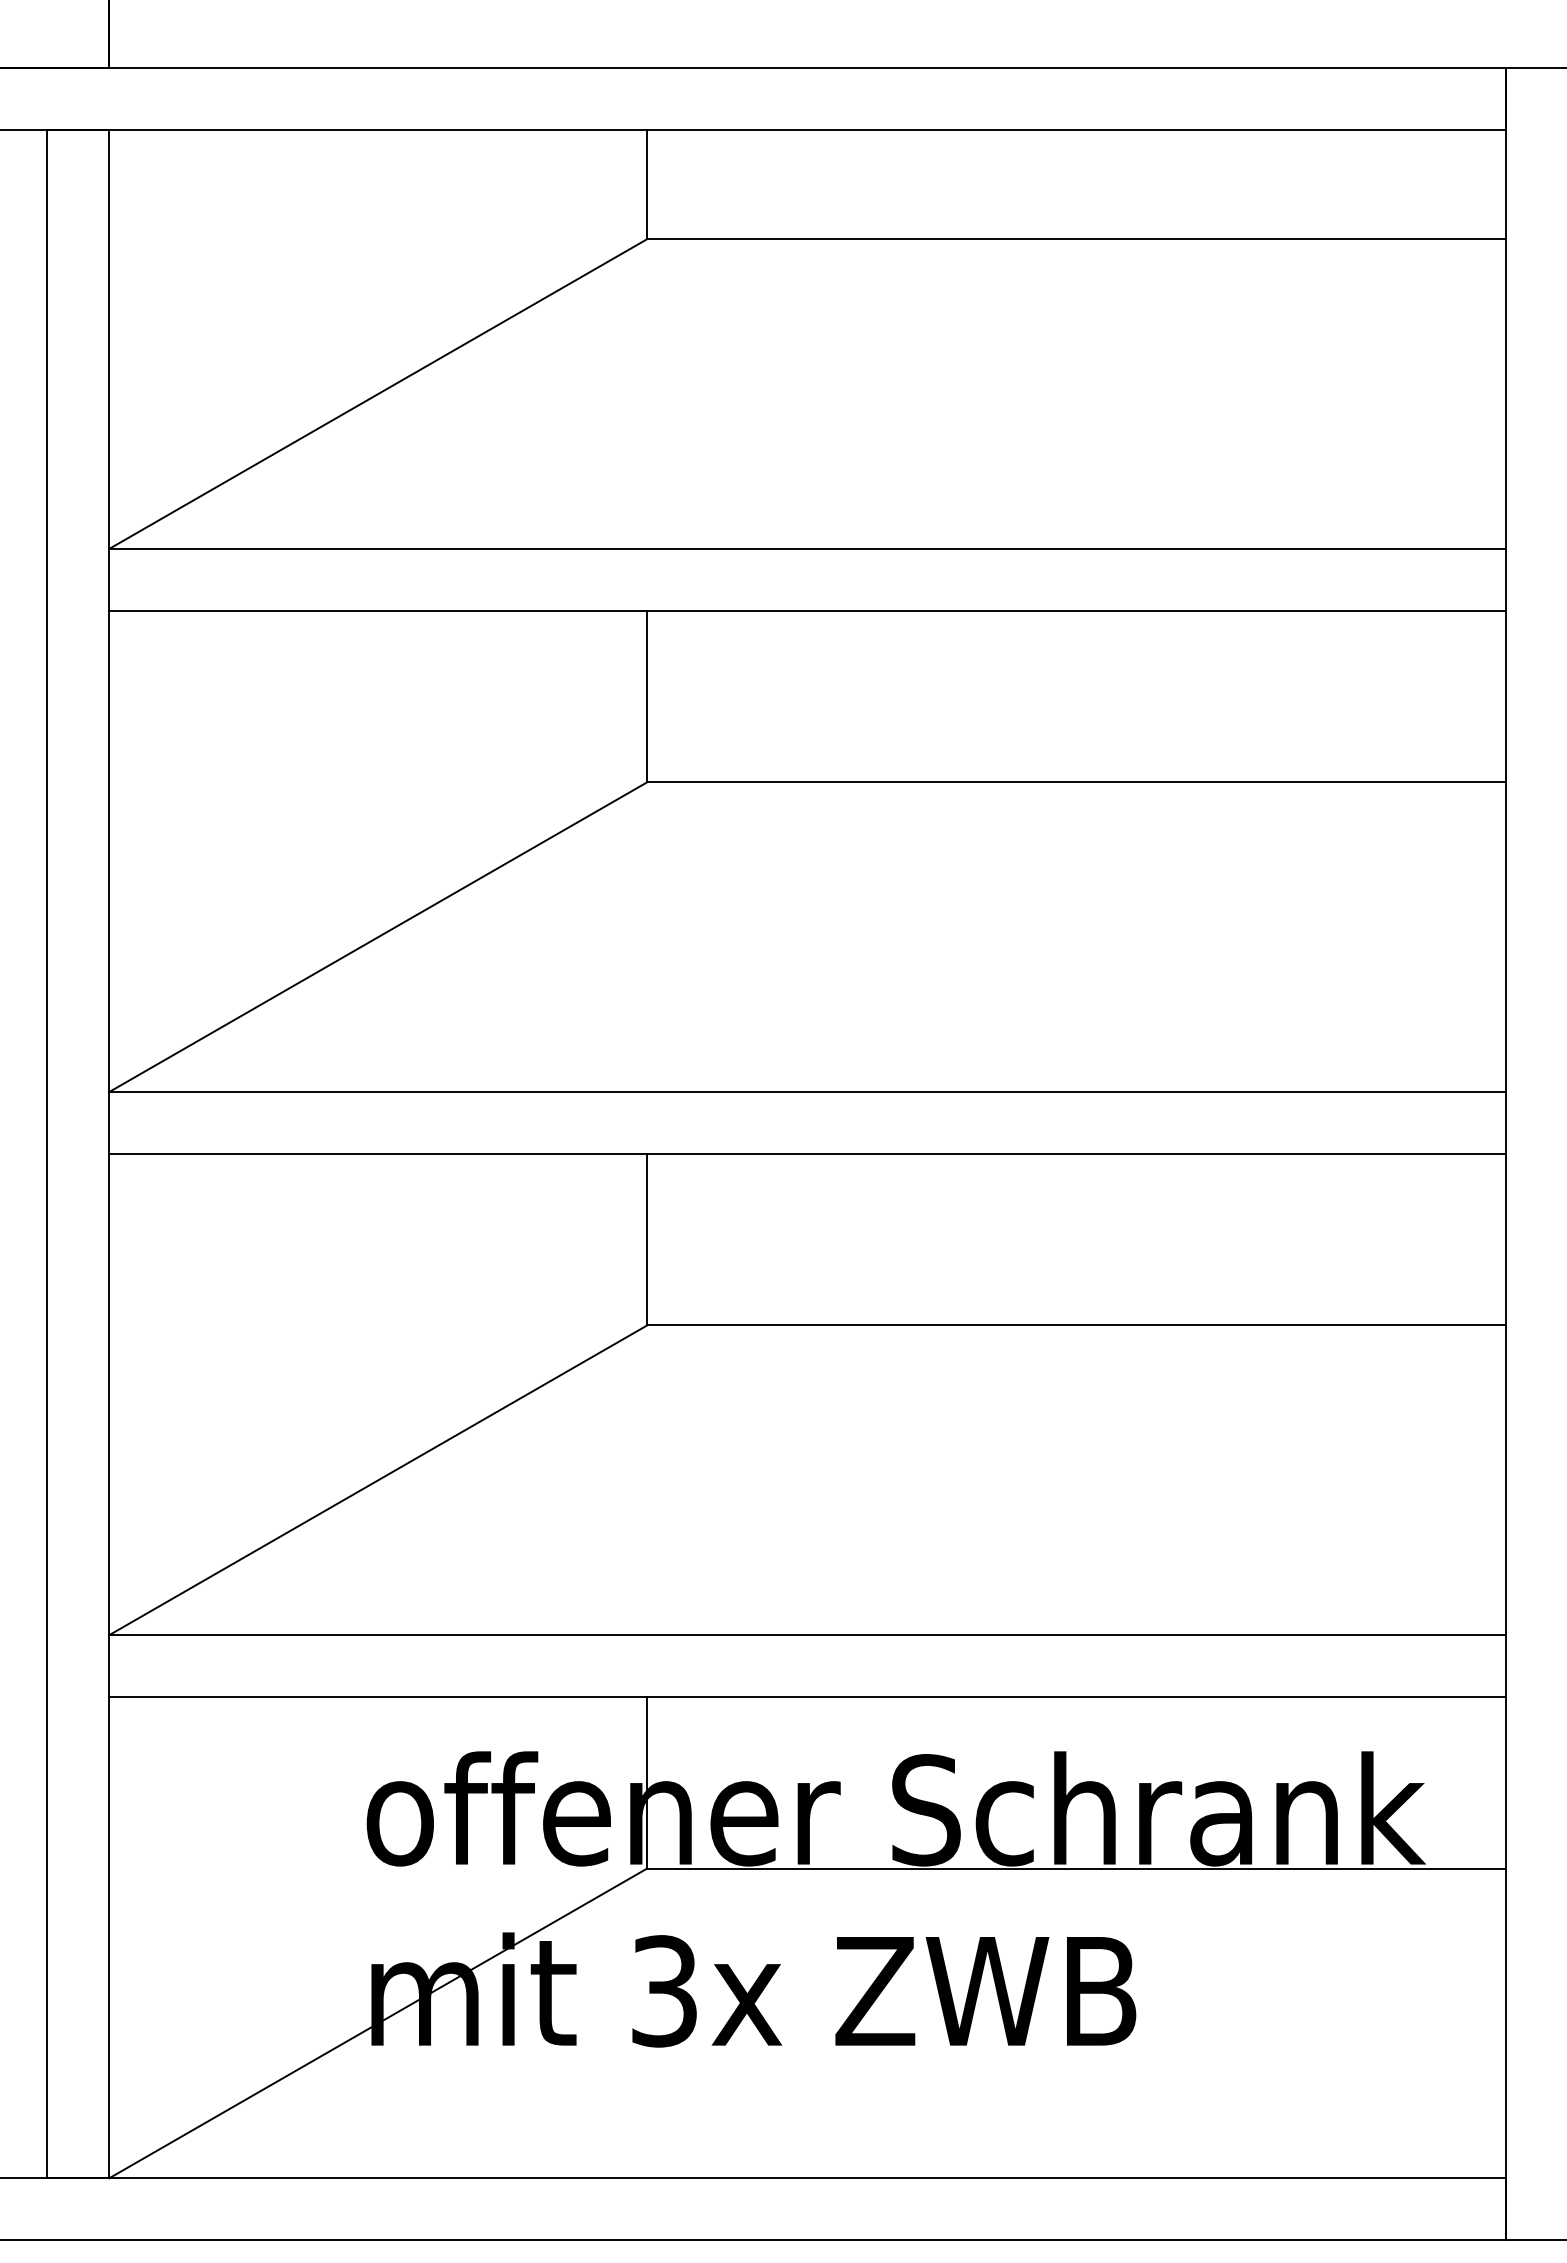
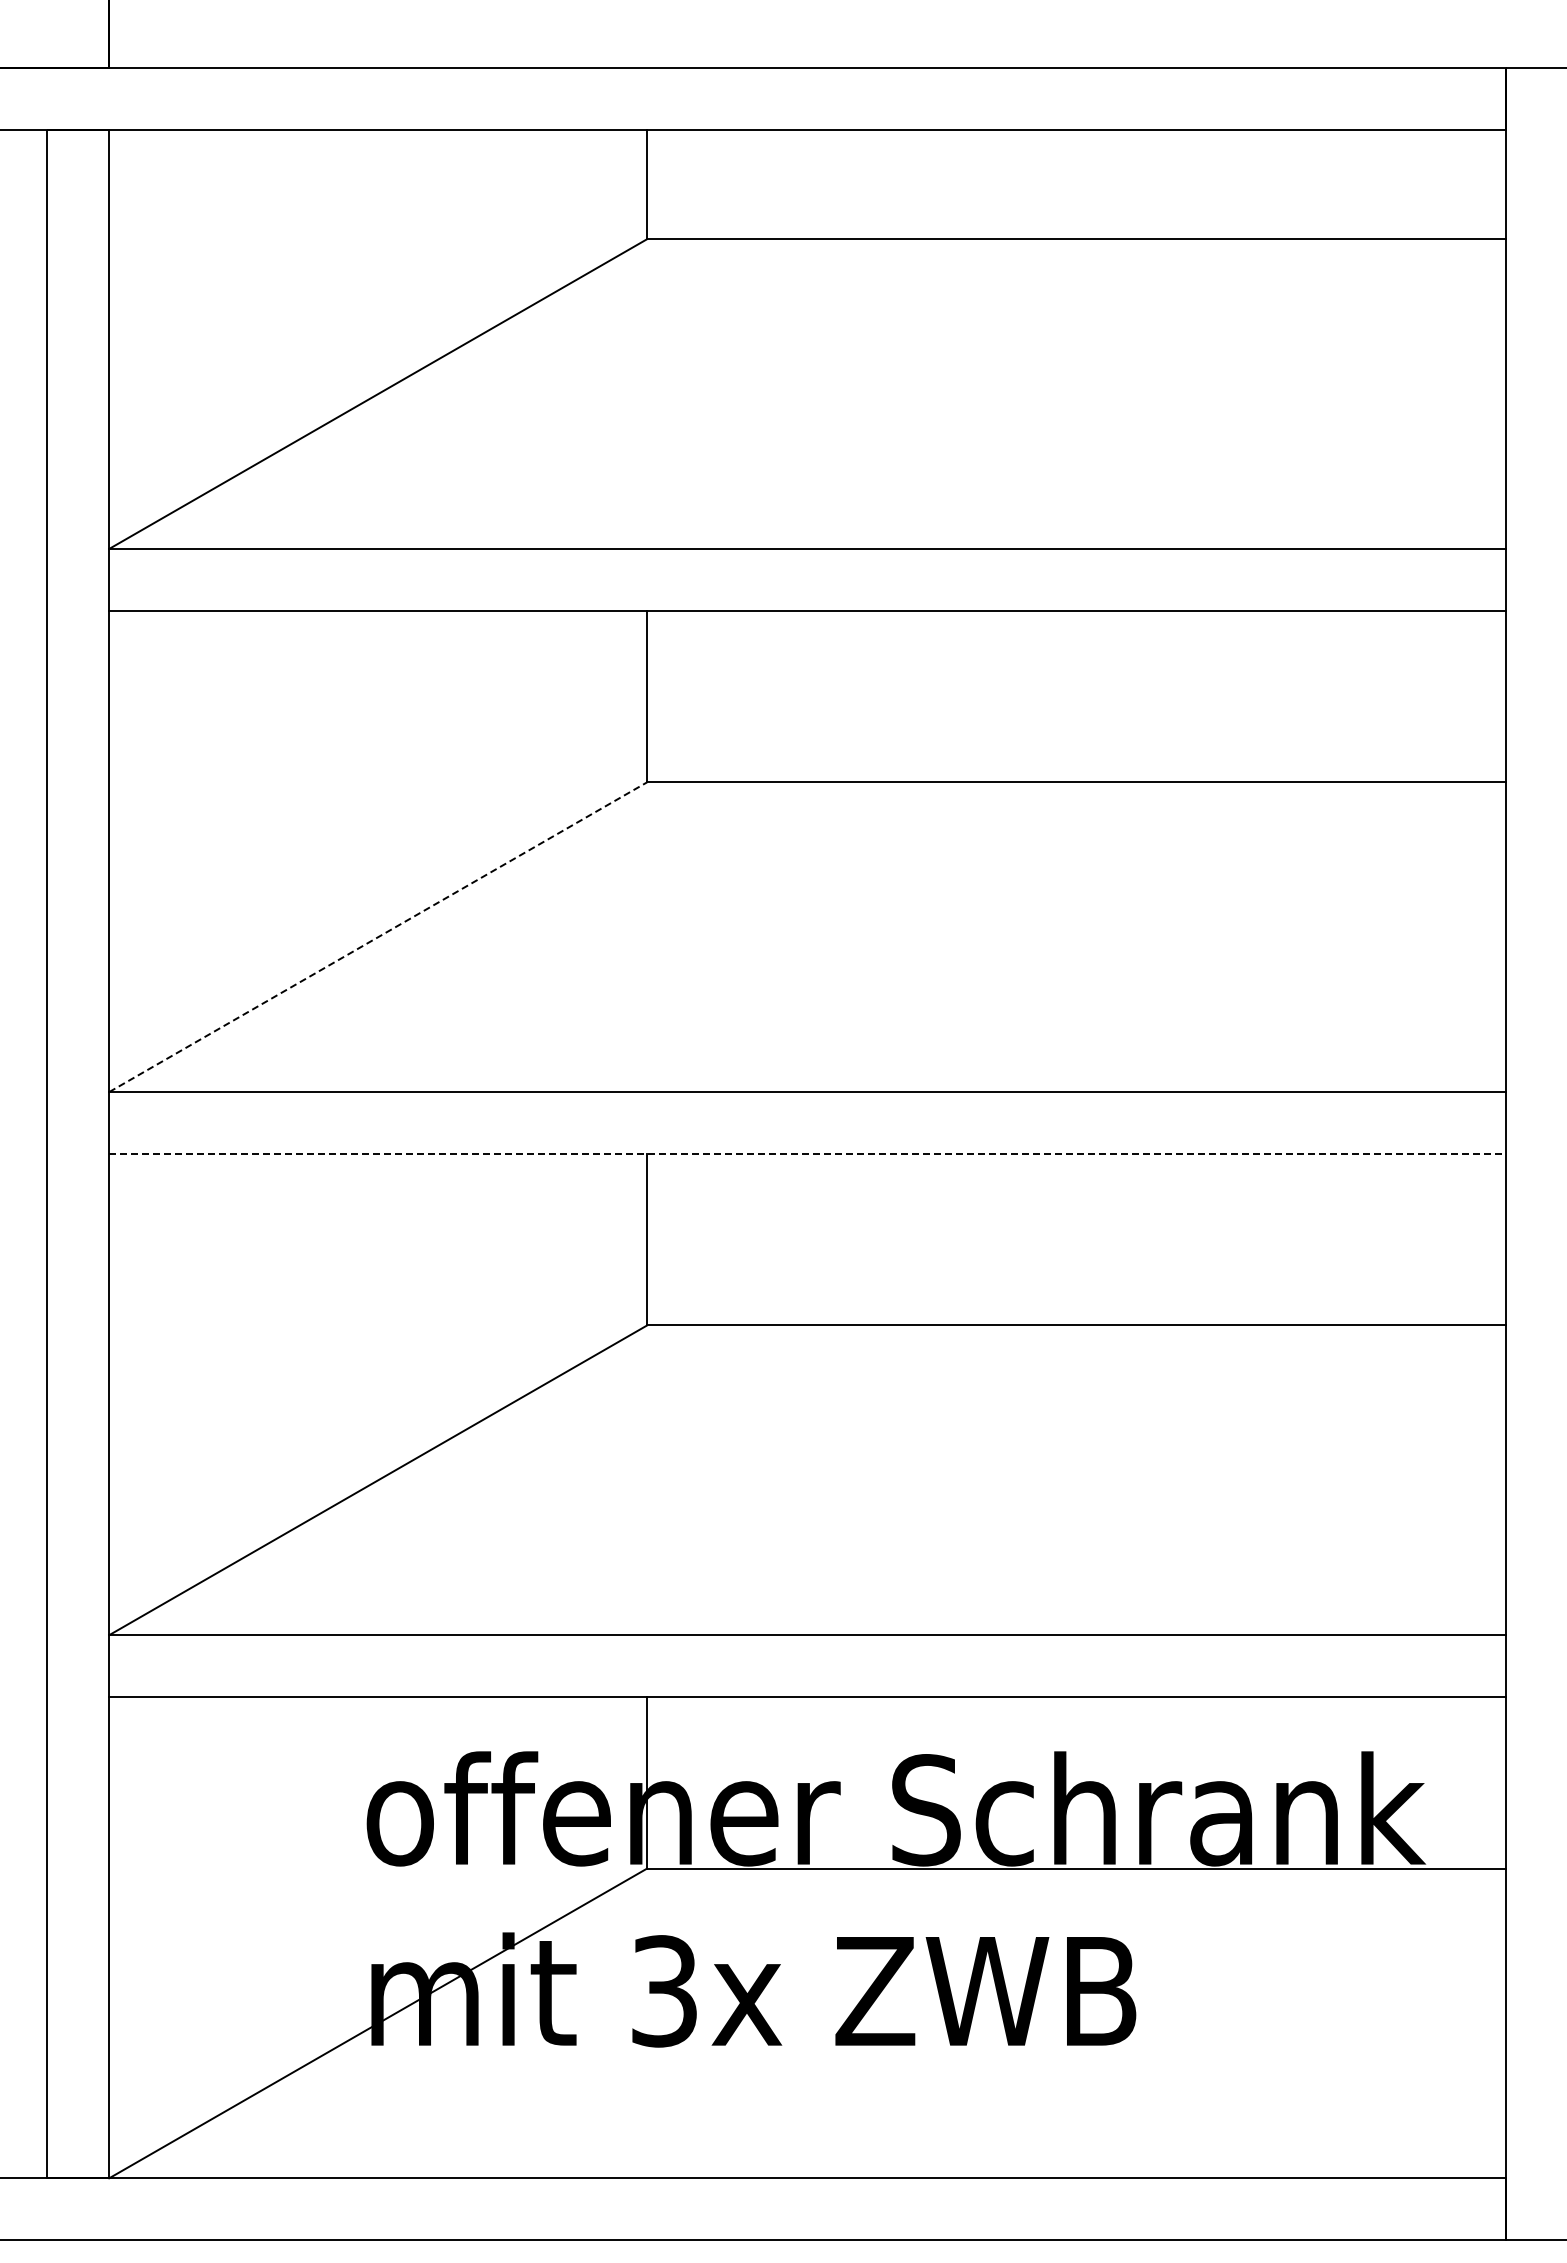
line at (378, 936): solid -> dashed
line at (808, 1154): solid -> dashed
